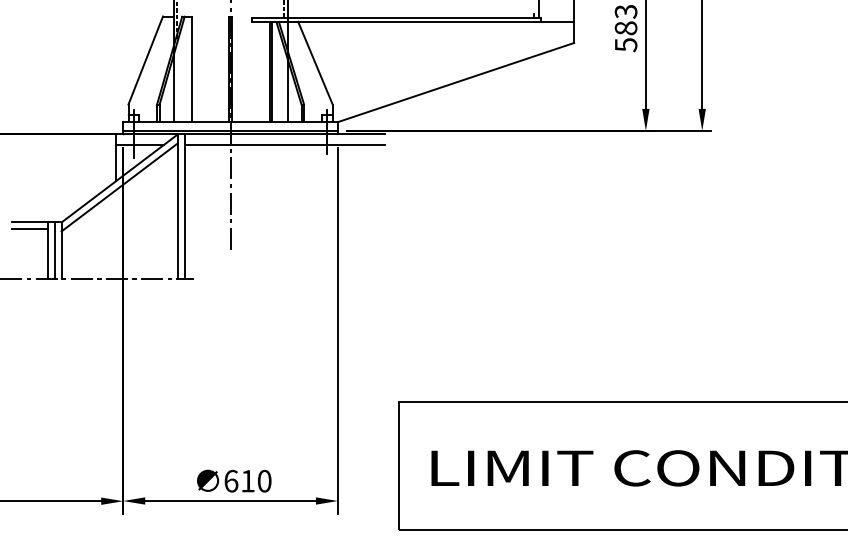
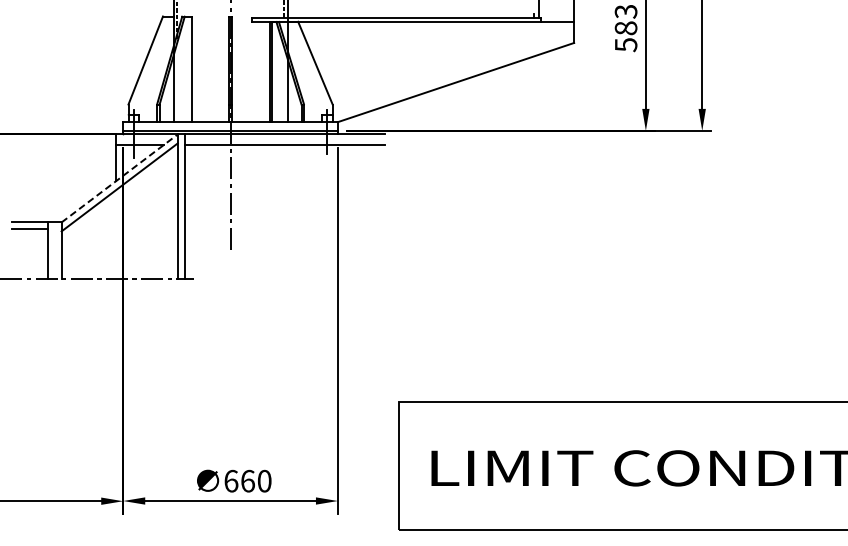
line at (119, 178): solid -> dashed
line at (54, 250): present -> none
text at (247, 480): 610 -> 660
